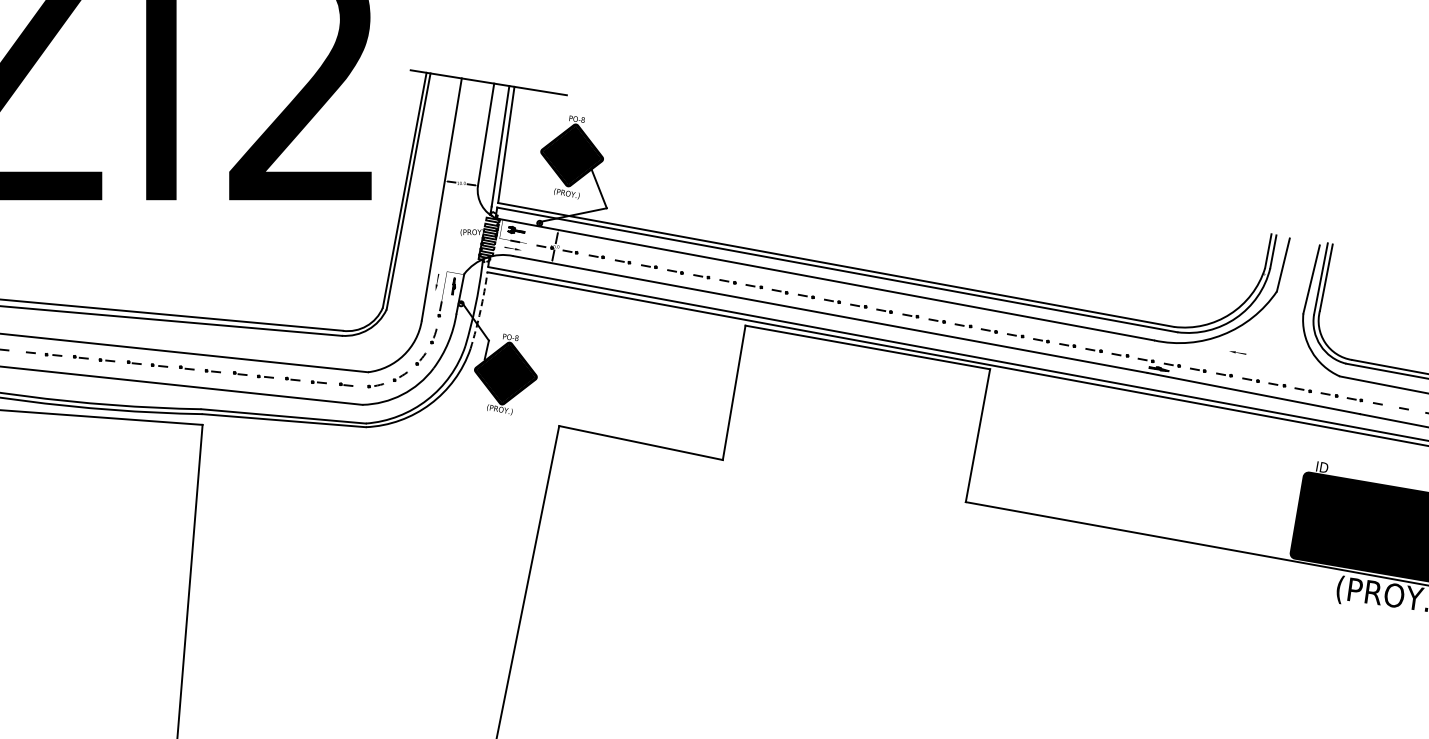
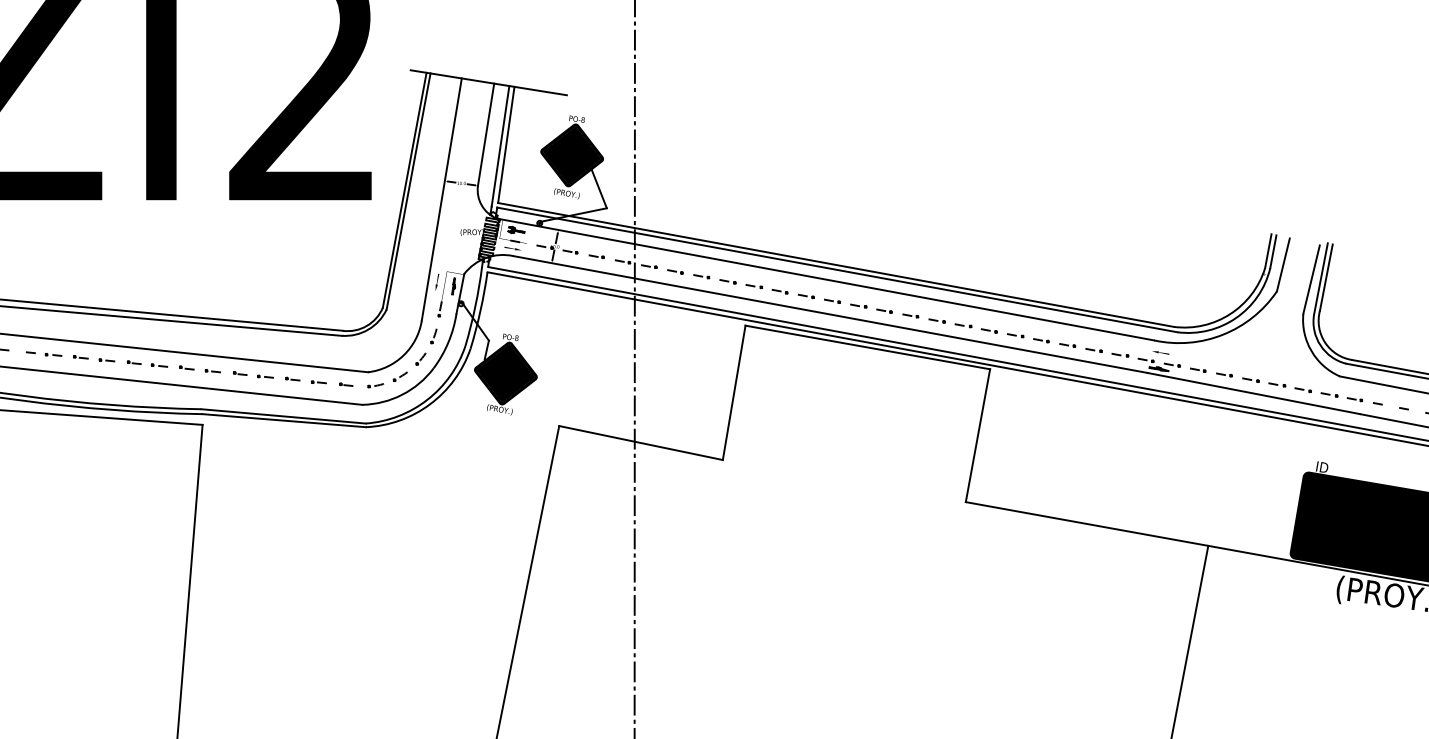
arc at (480, 310): dashed -> solid
part at (1237, 352) position: (1237, 352) -> (1160, 352)
line at (634, 368): none -> present
line at (1190, 640): none -> present
